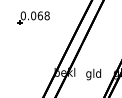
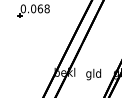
part at (33, 17) position: (33, 17) -> (33, 10)
